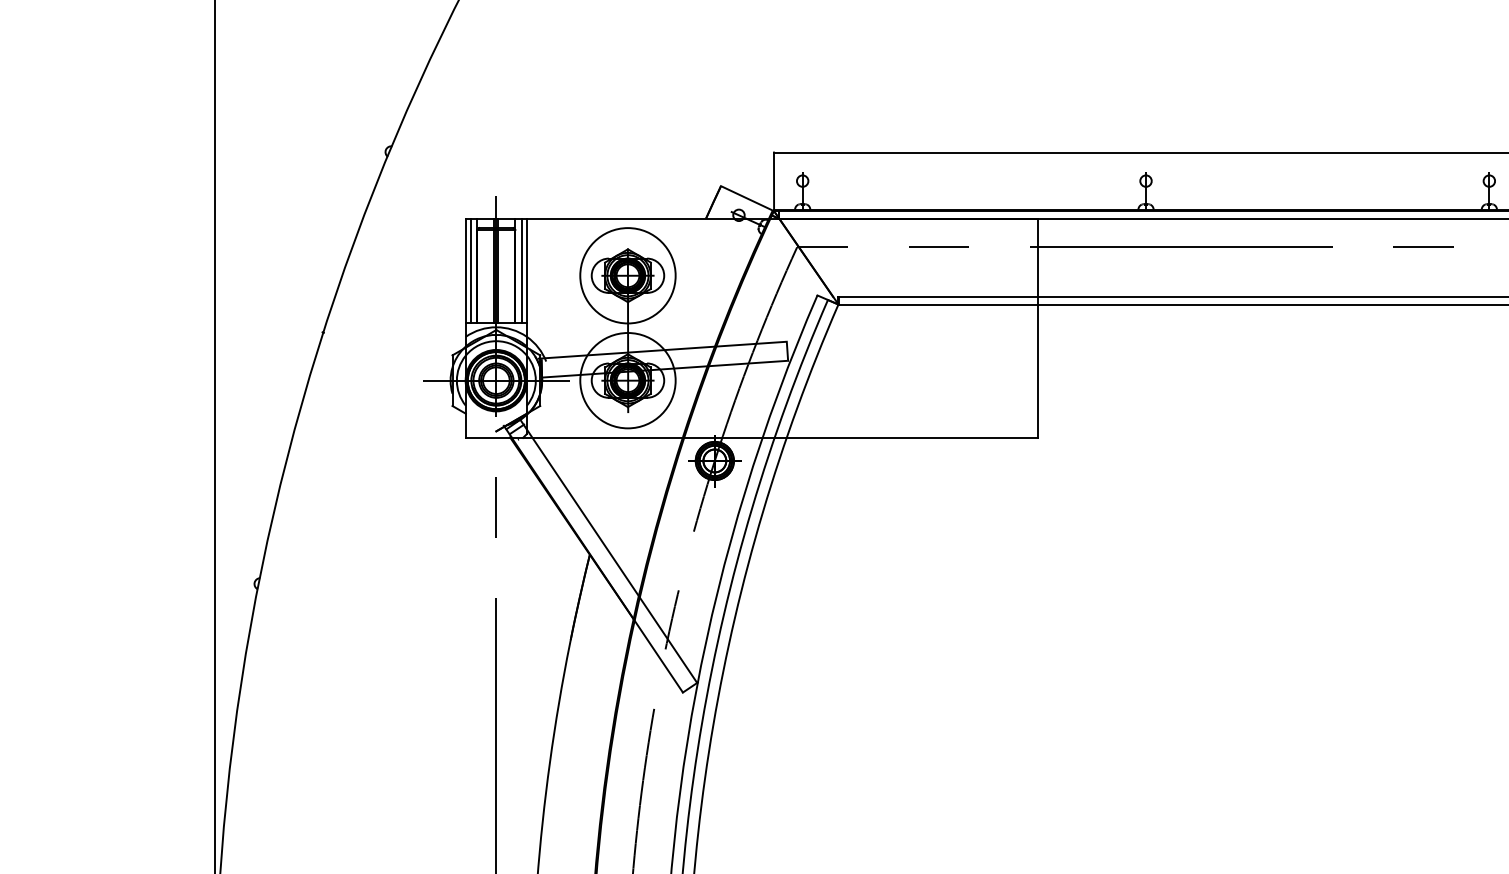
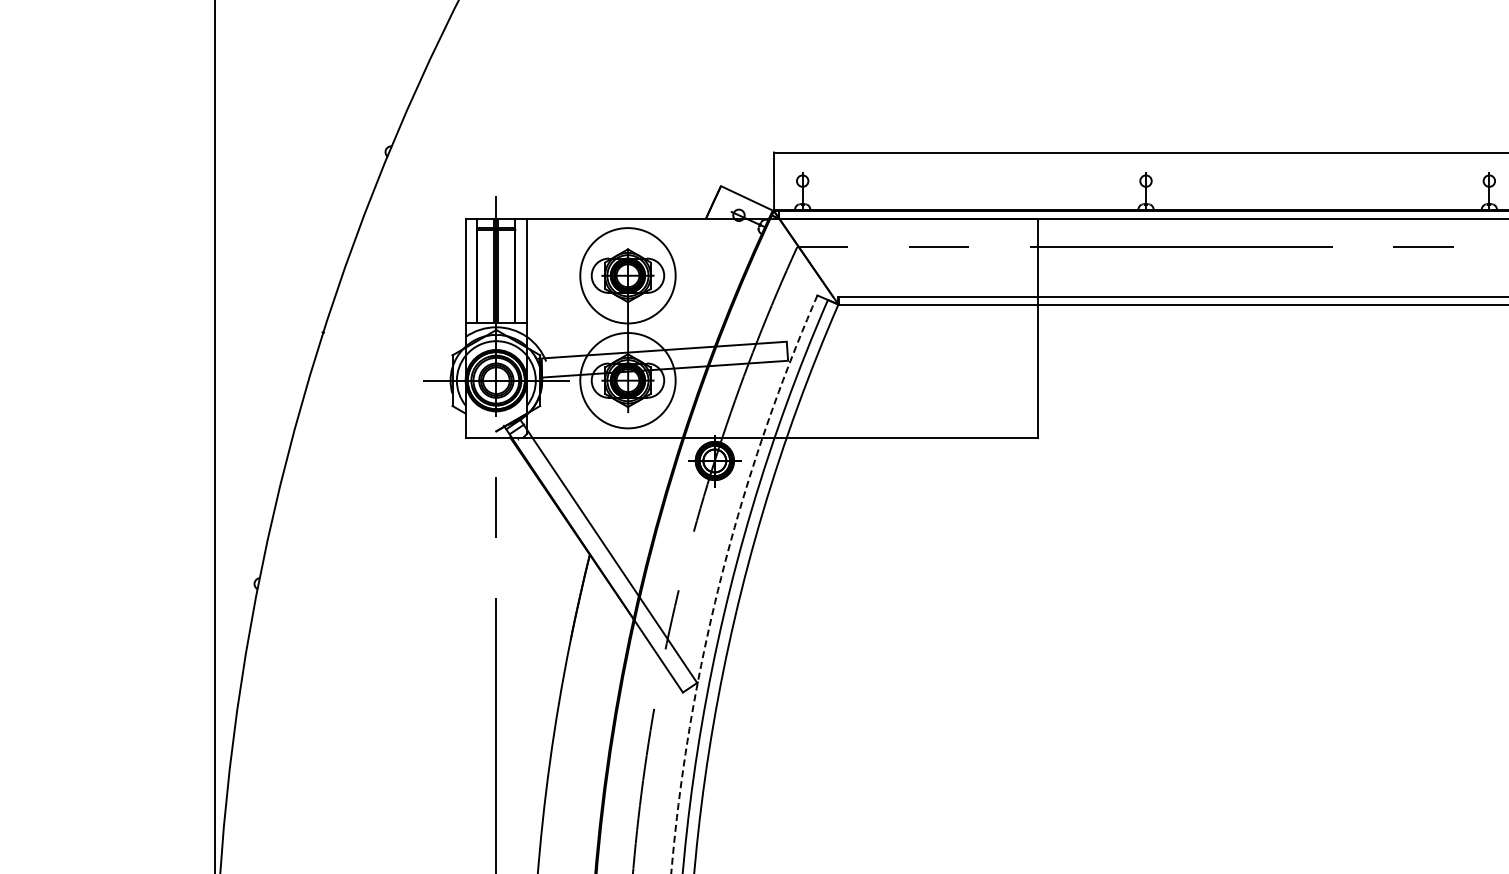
line at (470, 270): present -> none
line at (521, 270): present -> none
arc at (721, 578): solid -> dashed
